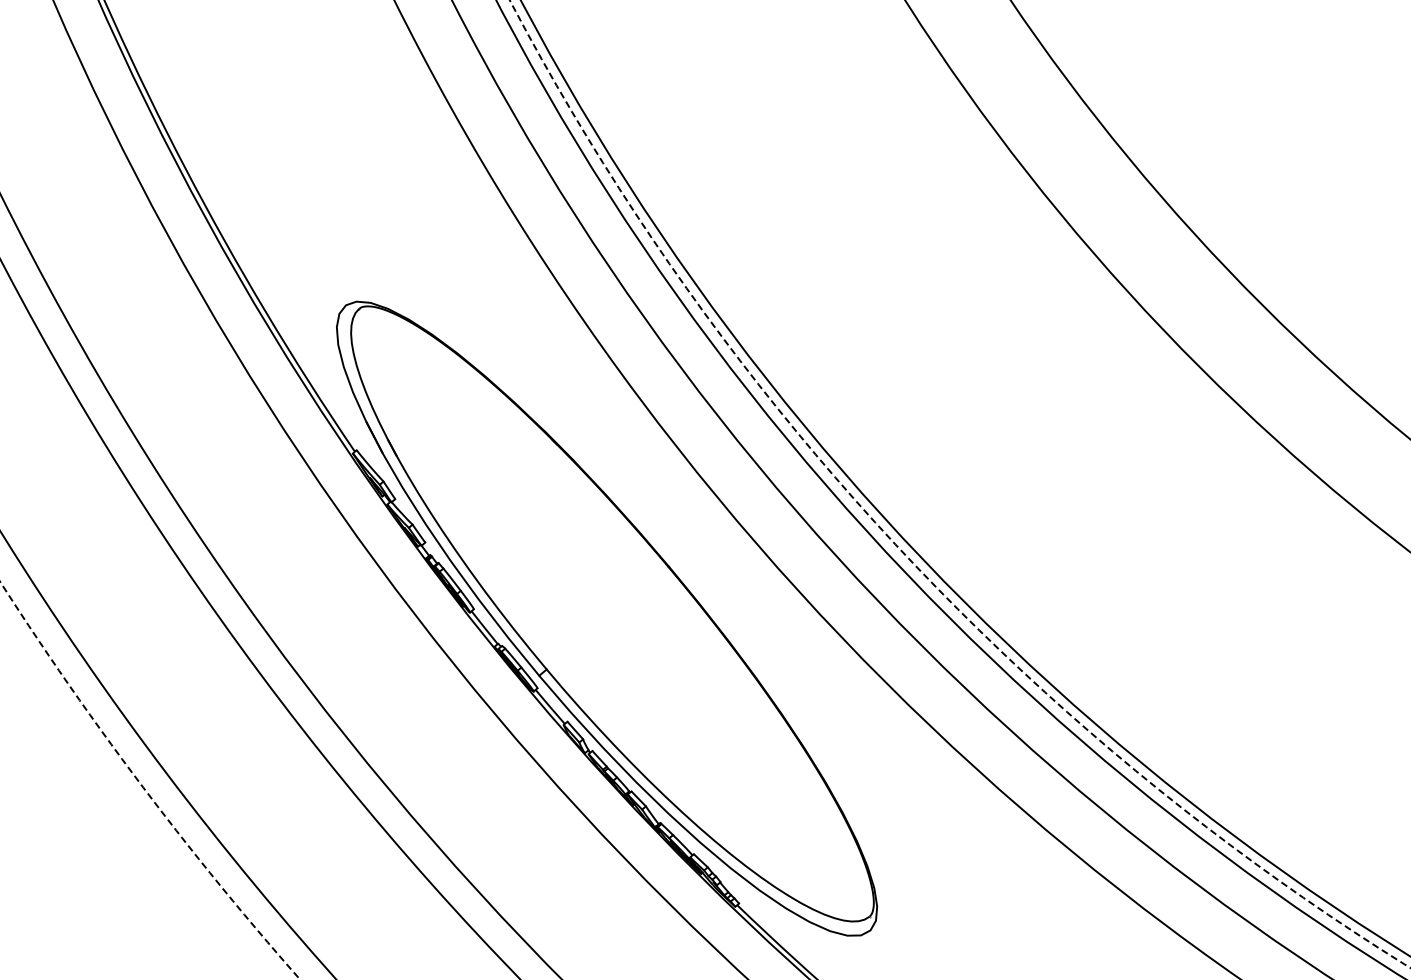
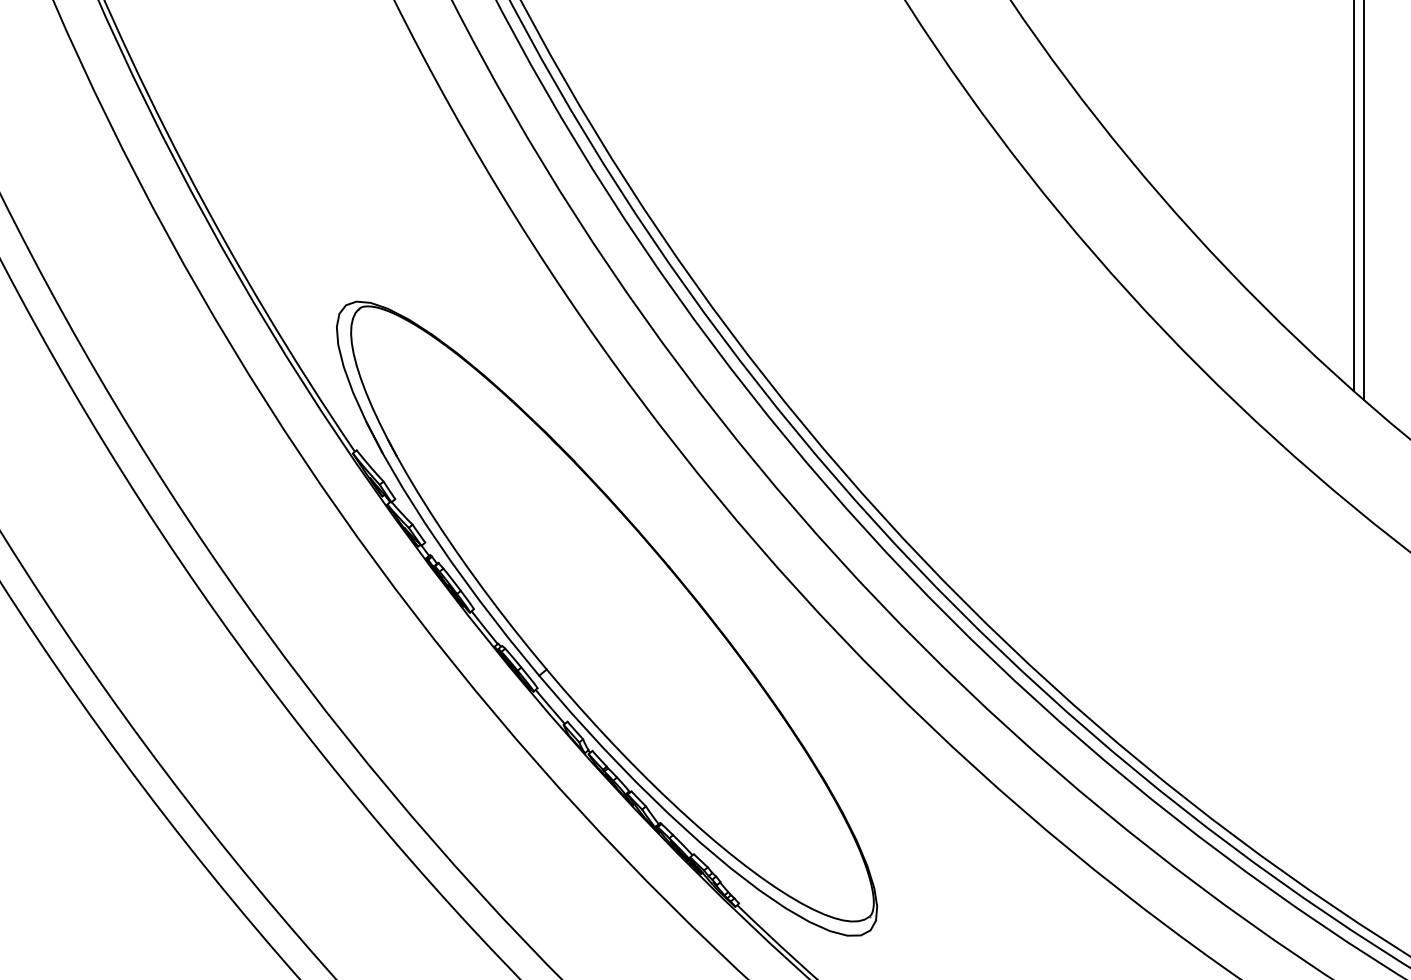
line at (1353, 196): none -> present
line at (1363, 200): none -> present
circle at (959, 484): dashed -> solid
arc at (142, 787): dashed -> solid
